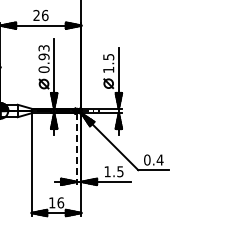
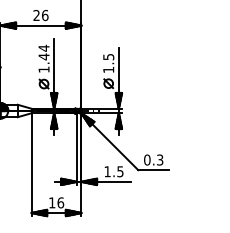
text at (43, 58): 0.93 -> 1.44
line at (76, 149): dashed -> solid
text at (159, 159): 0.4 -> 0.3
